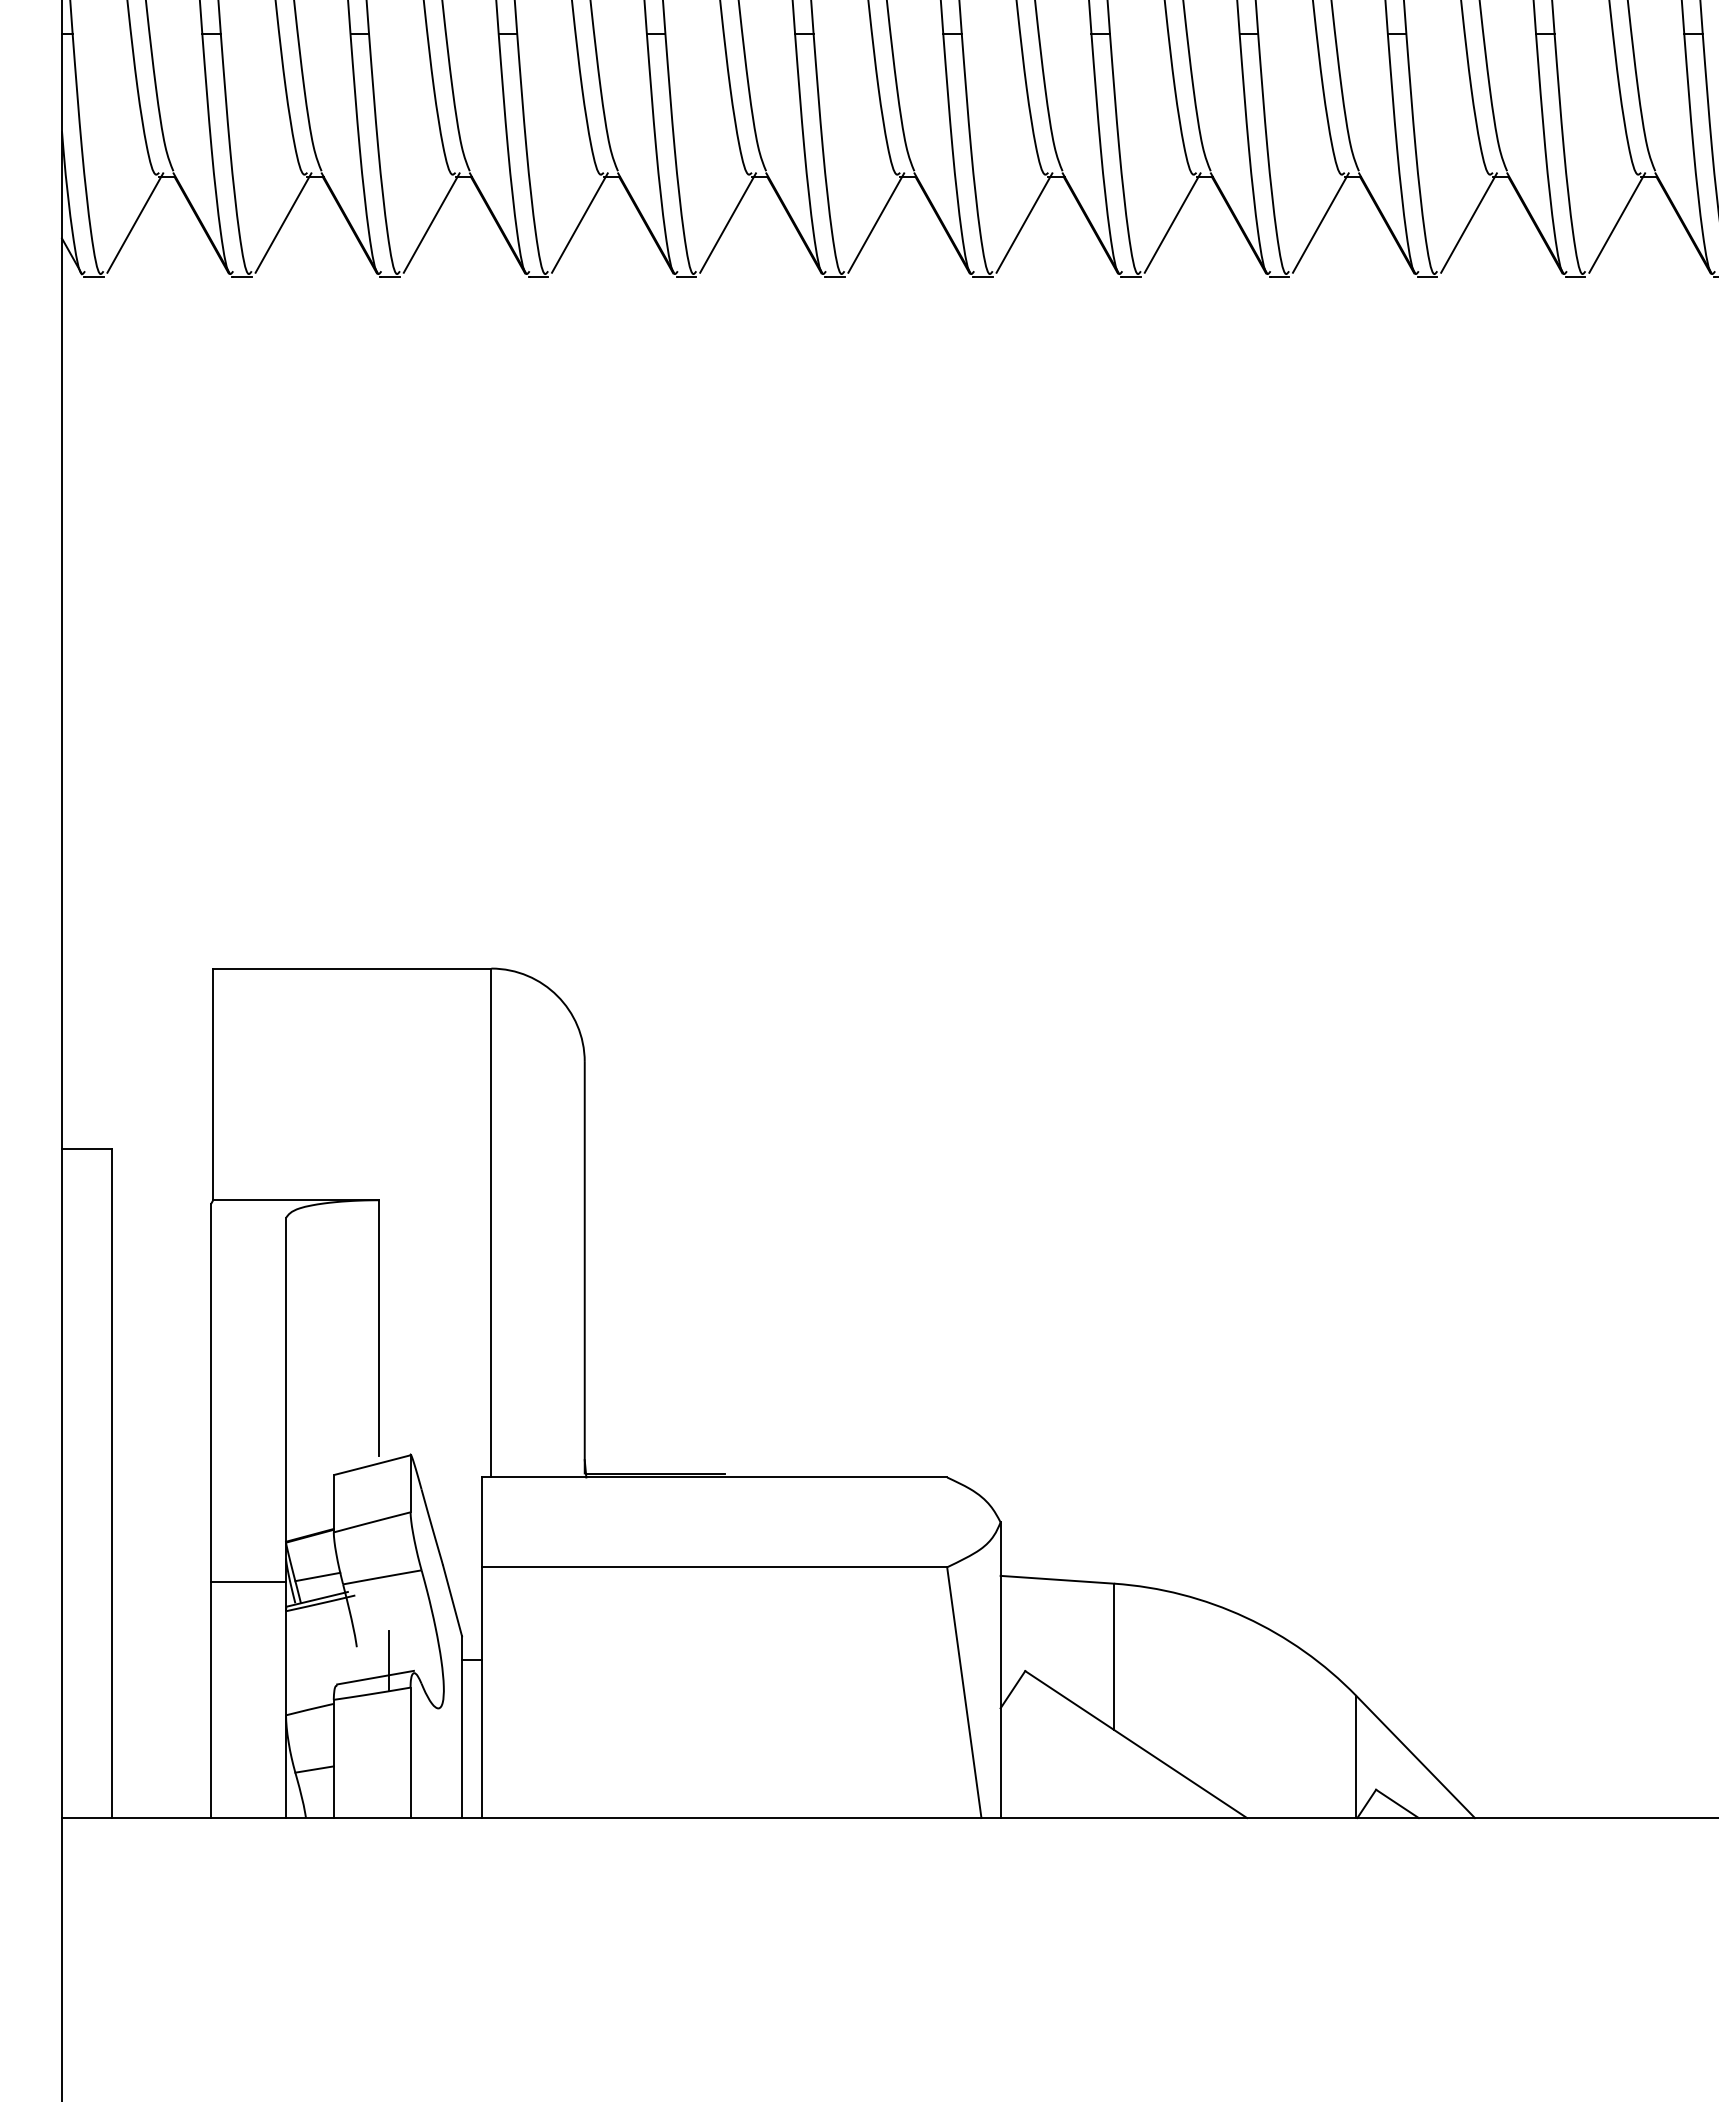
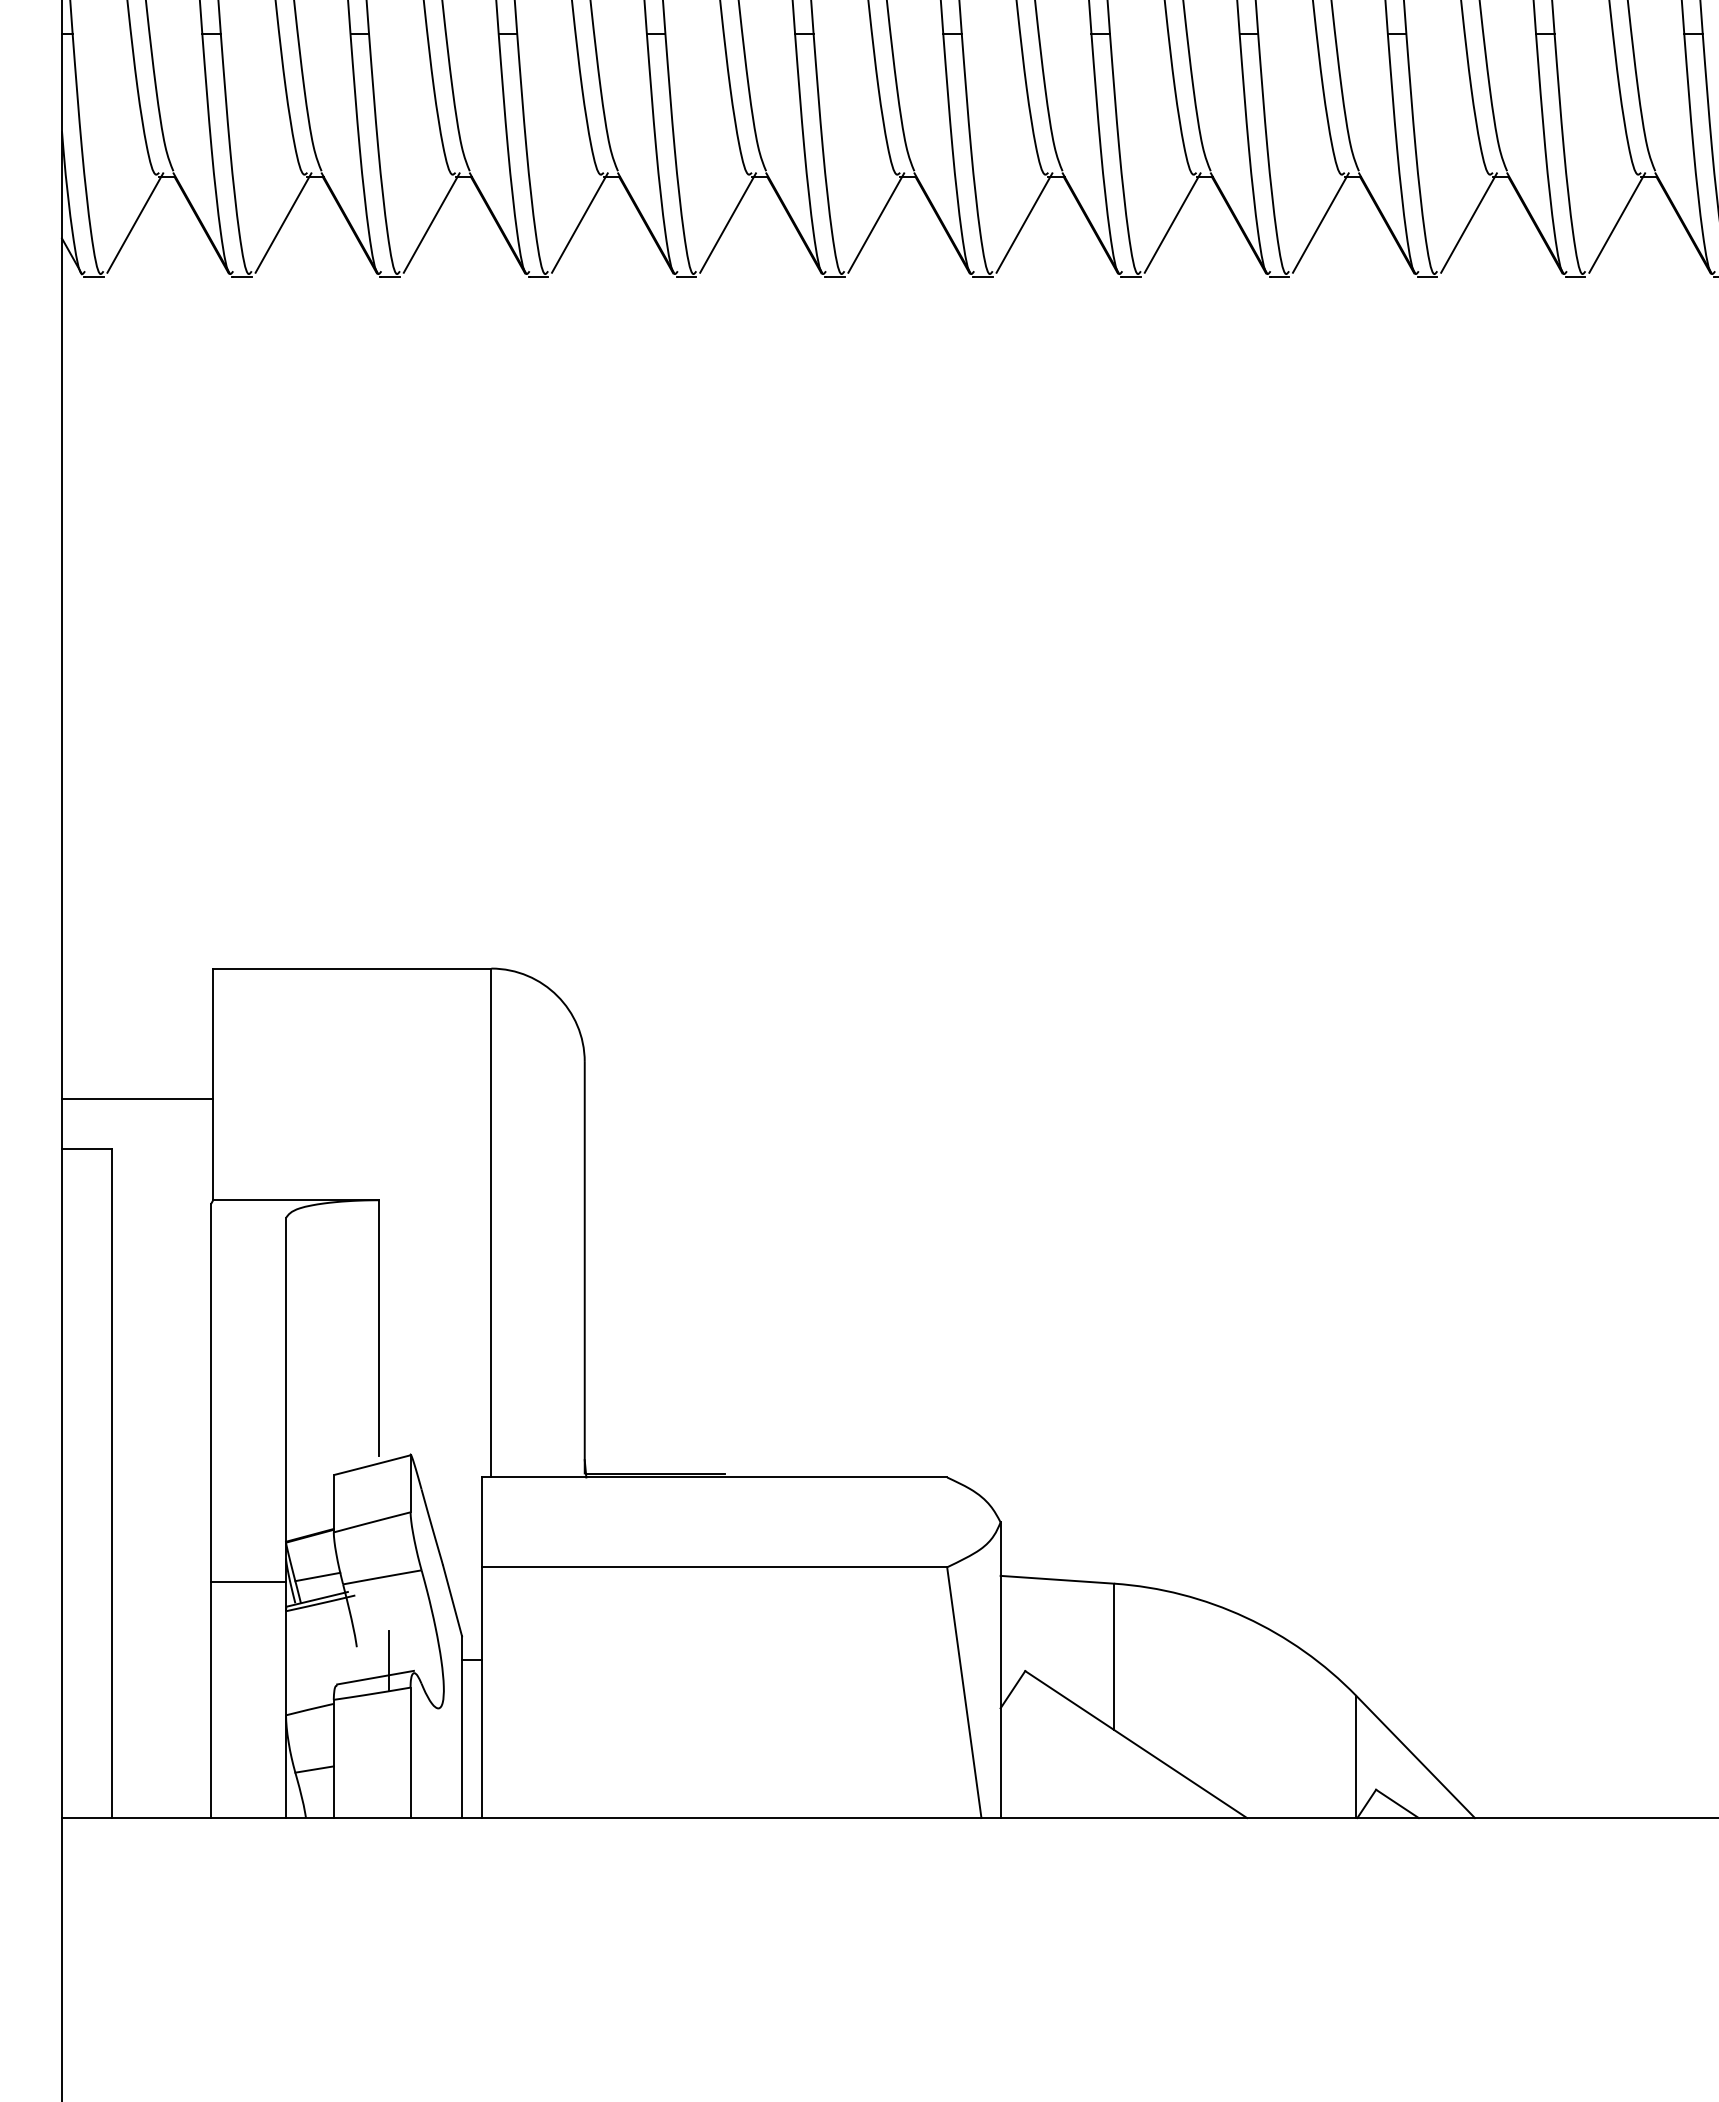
line at (137, 1099): none -> present
